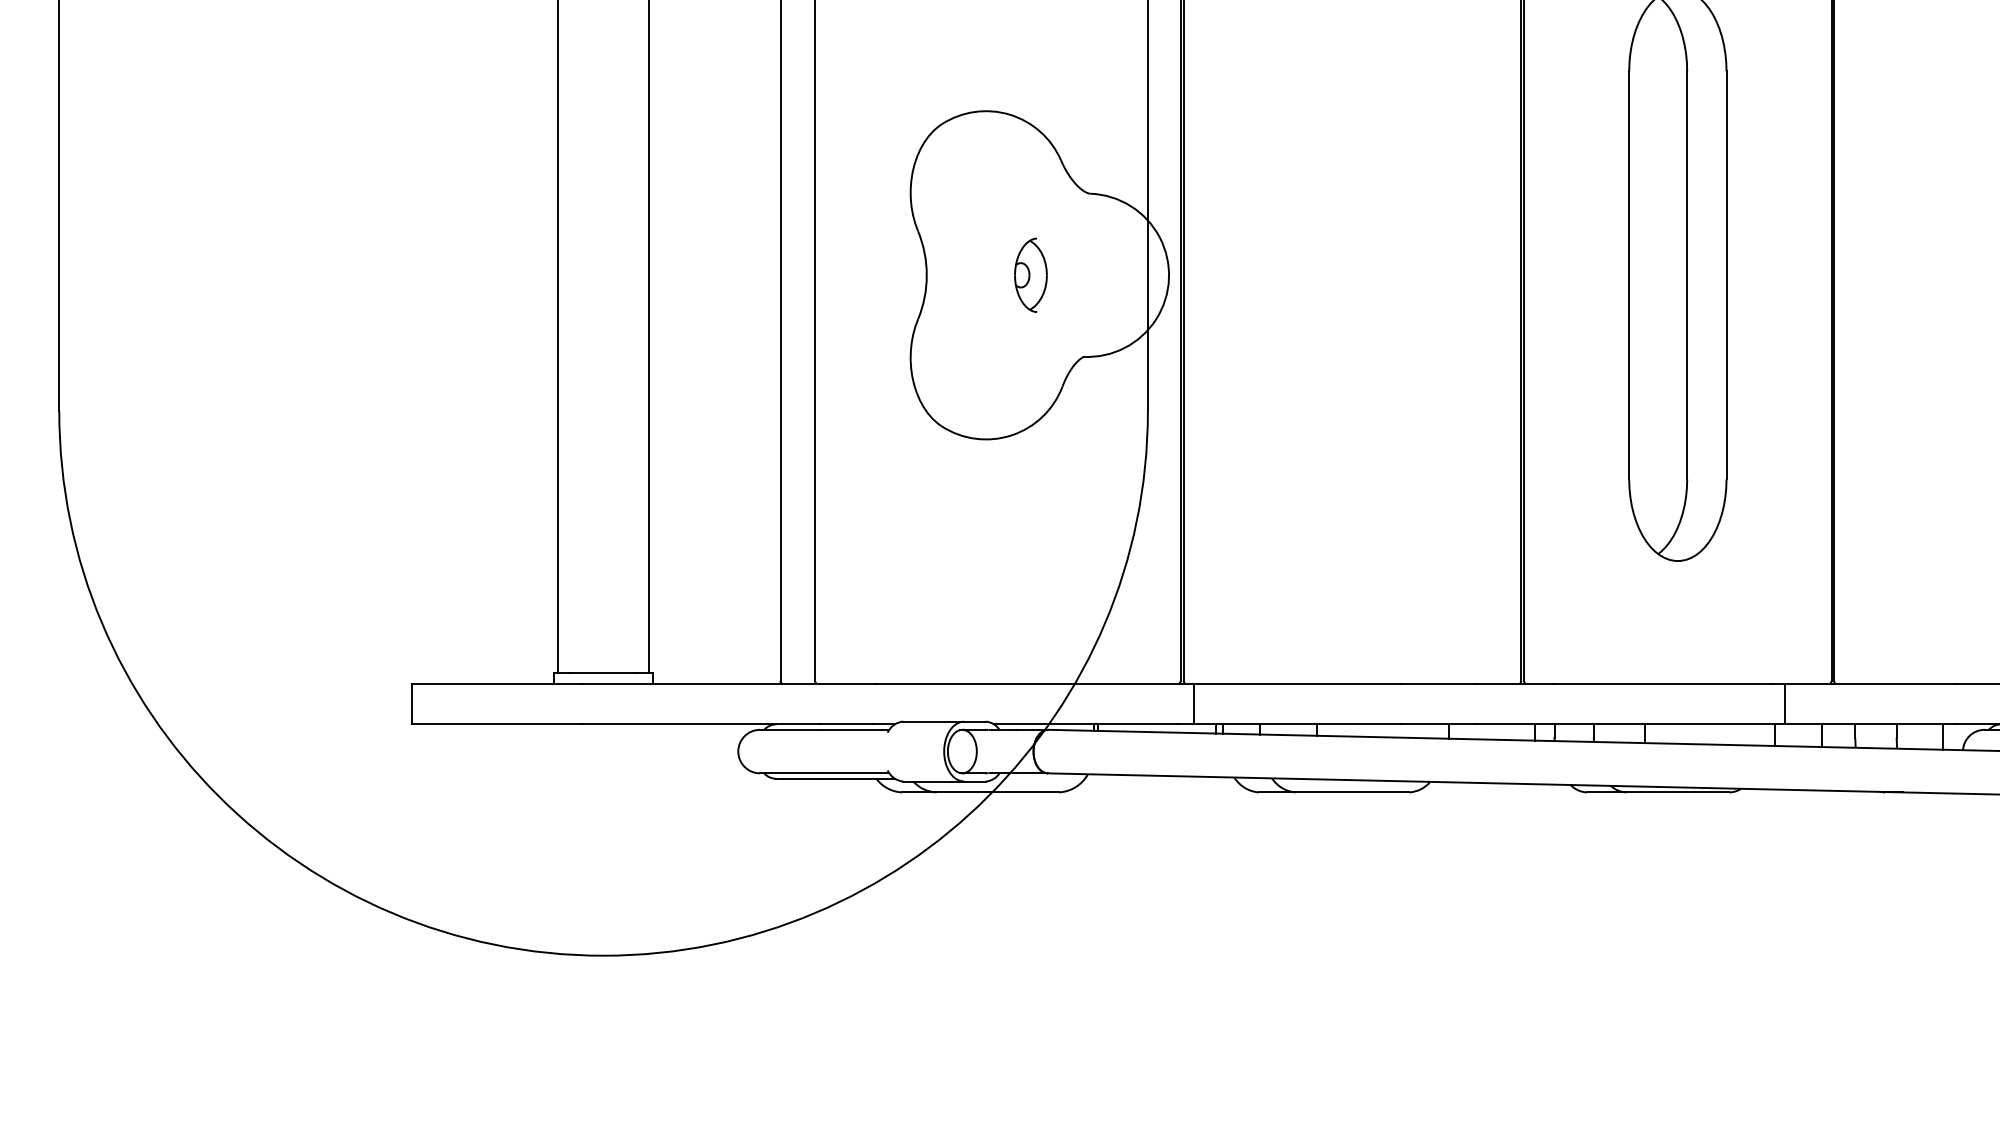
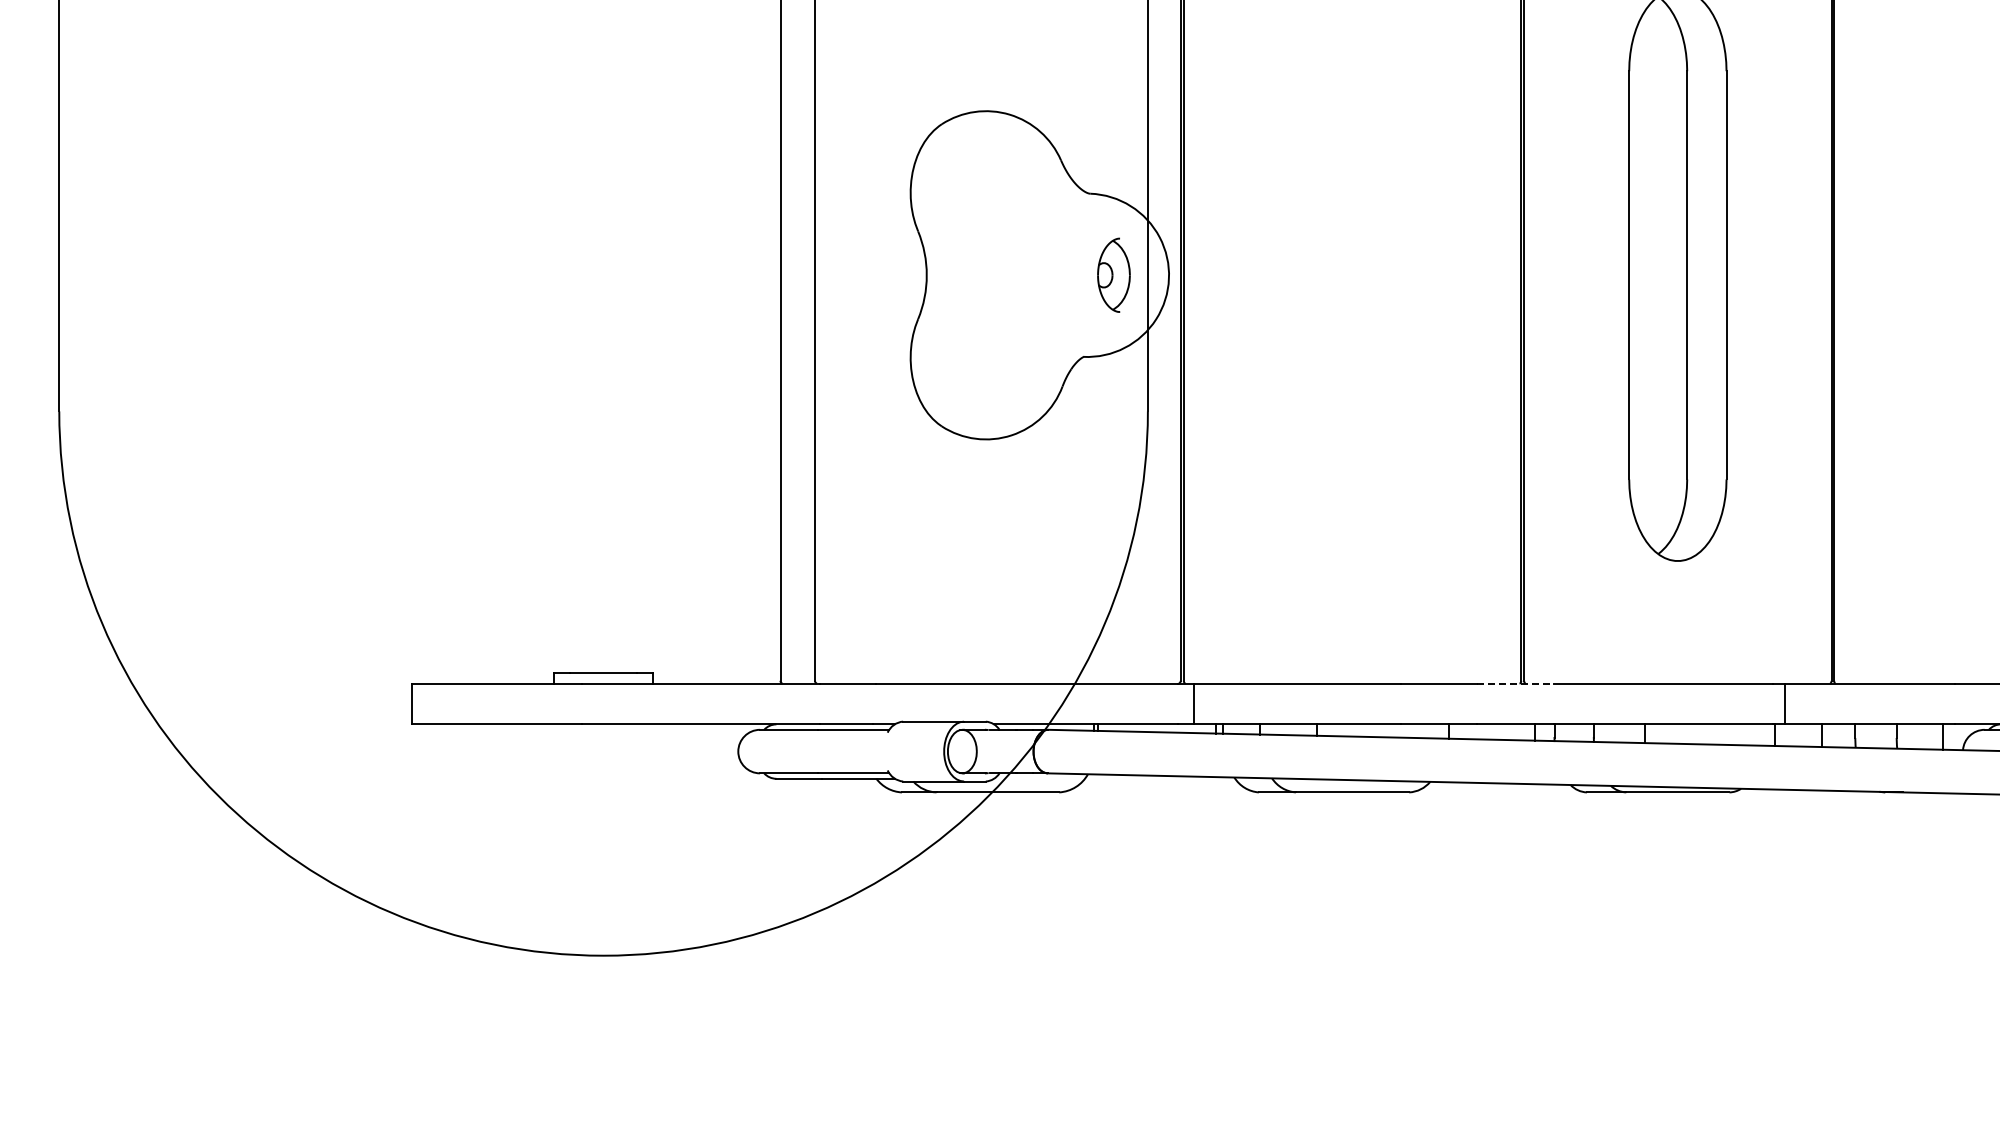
part at (1030, 274) position: (1030, 274) -> (1113, 274)
line at (557, 337): present -> none
line at (649, 337): present -> none
line at (1515, 683): solid -> dashed
